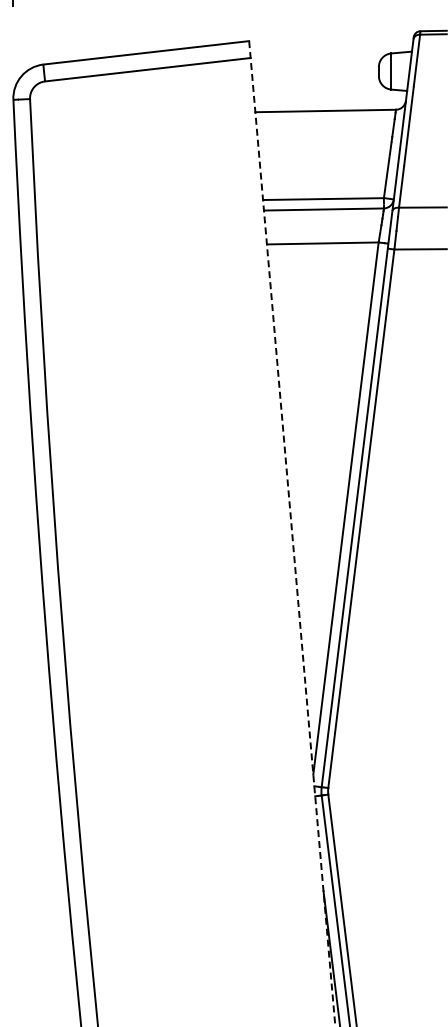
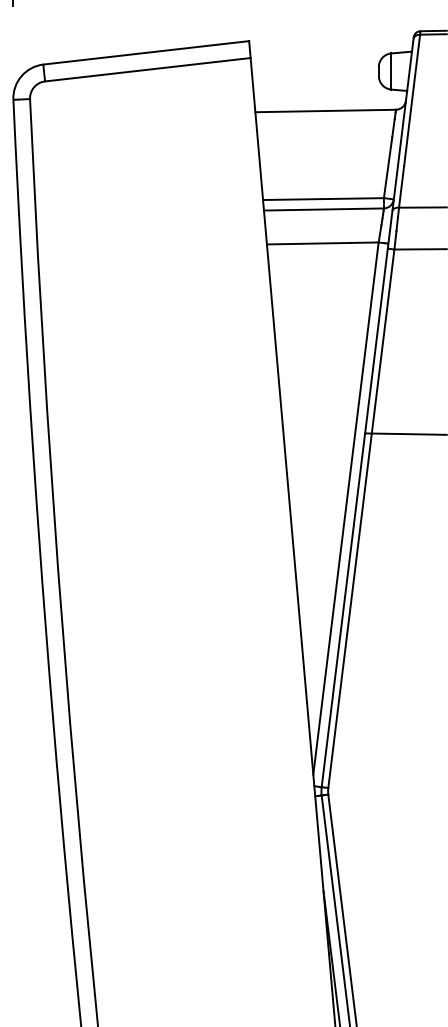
line at (404, 433): none -> present
line at (292, 533): dashed -> solid
